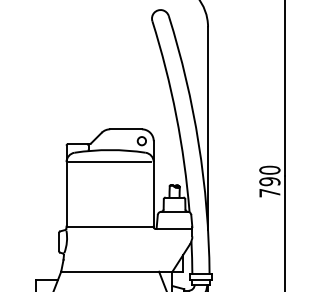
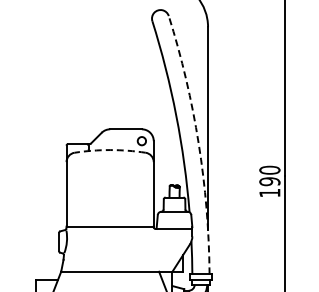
arc at (198, 143): solid -> dashed
arc at (110, 150): solid -> dashed
line at (109, 162): present -> none
text at (269, 193): 790 -> 190
